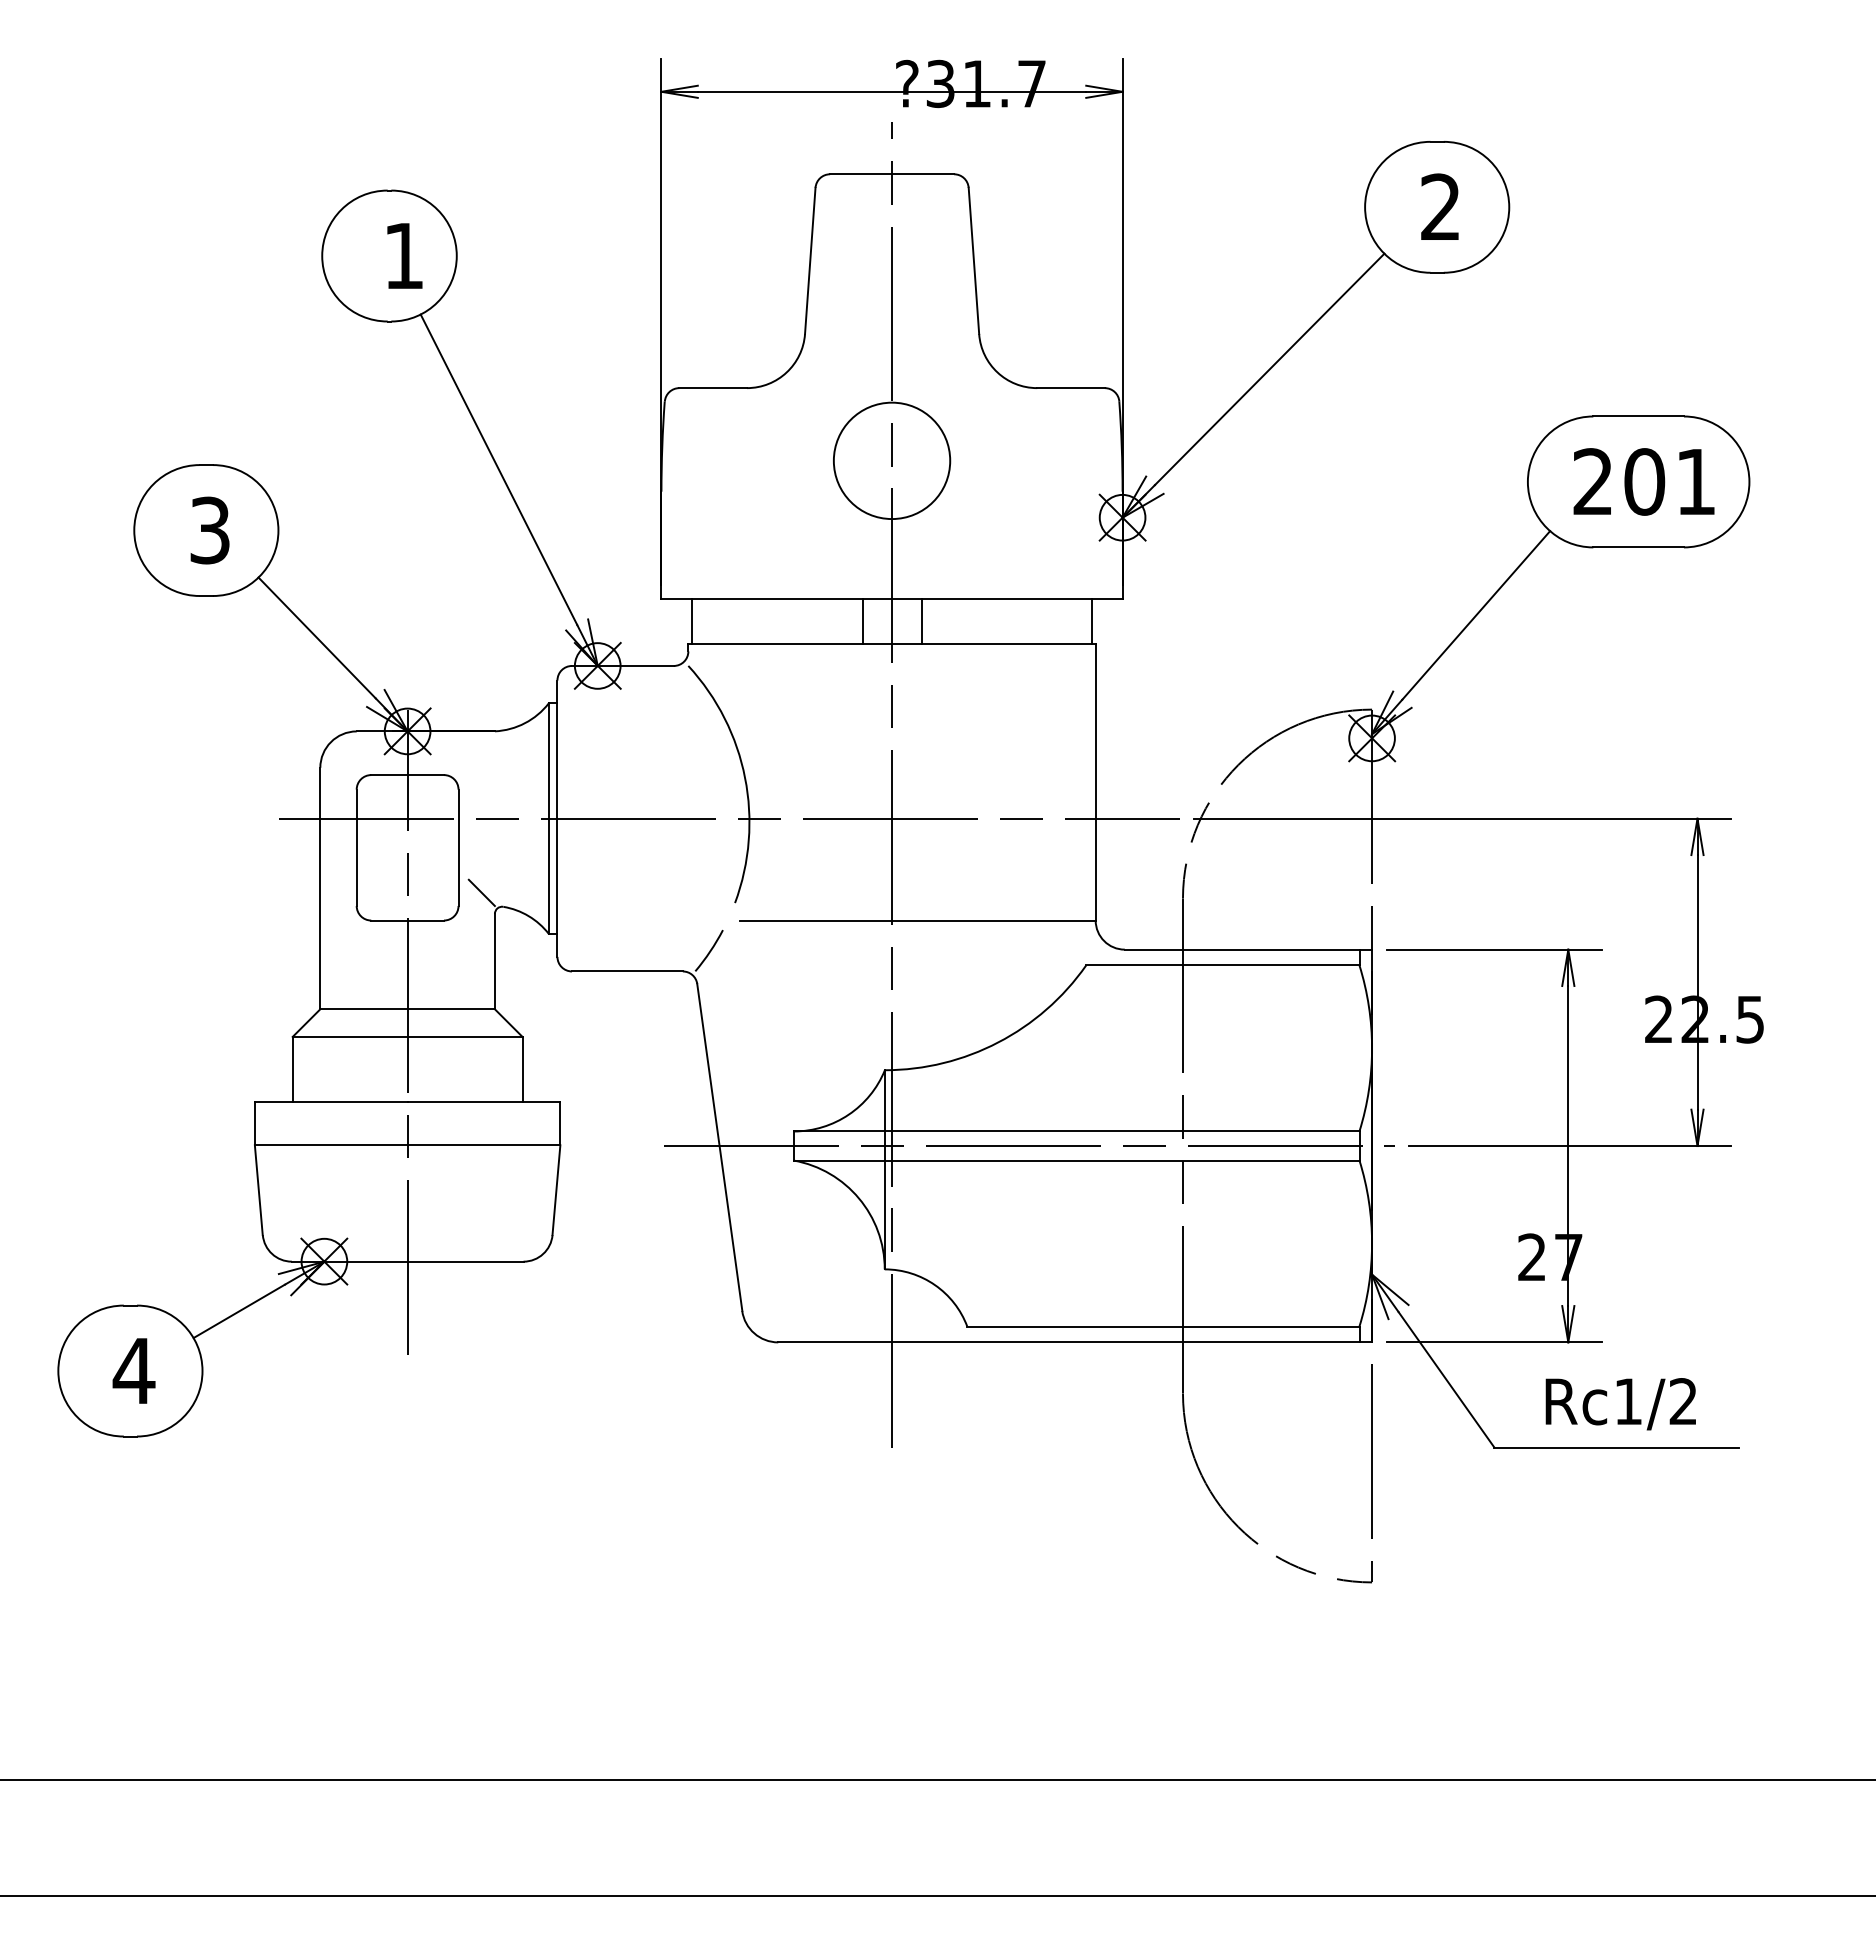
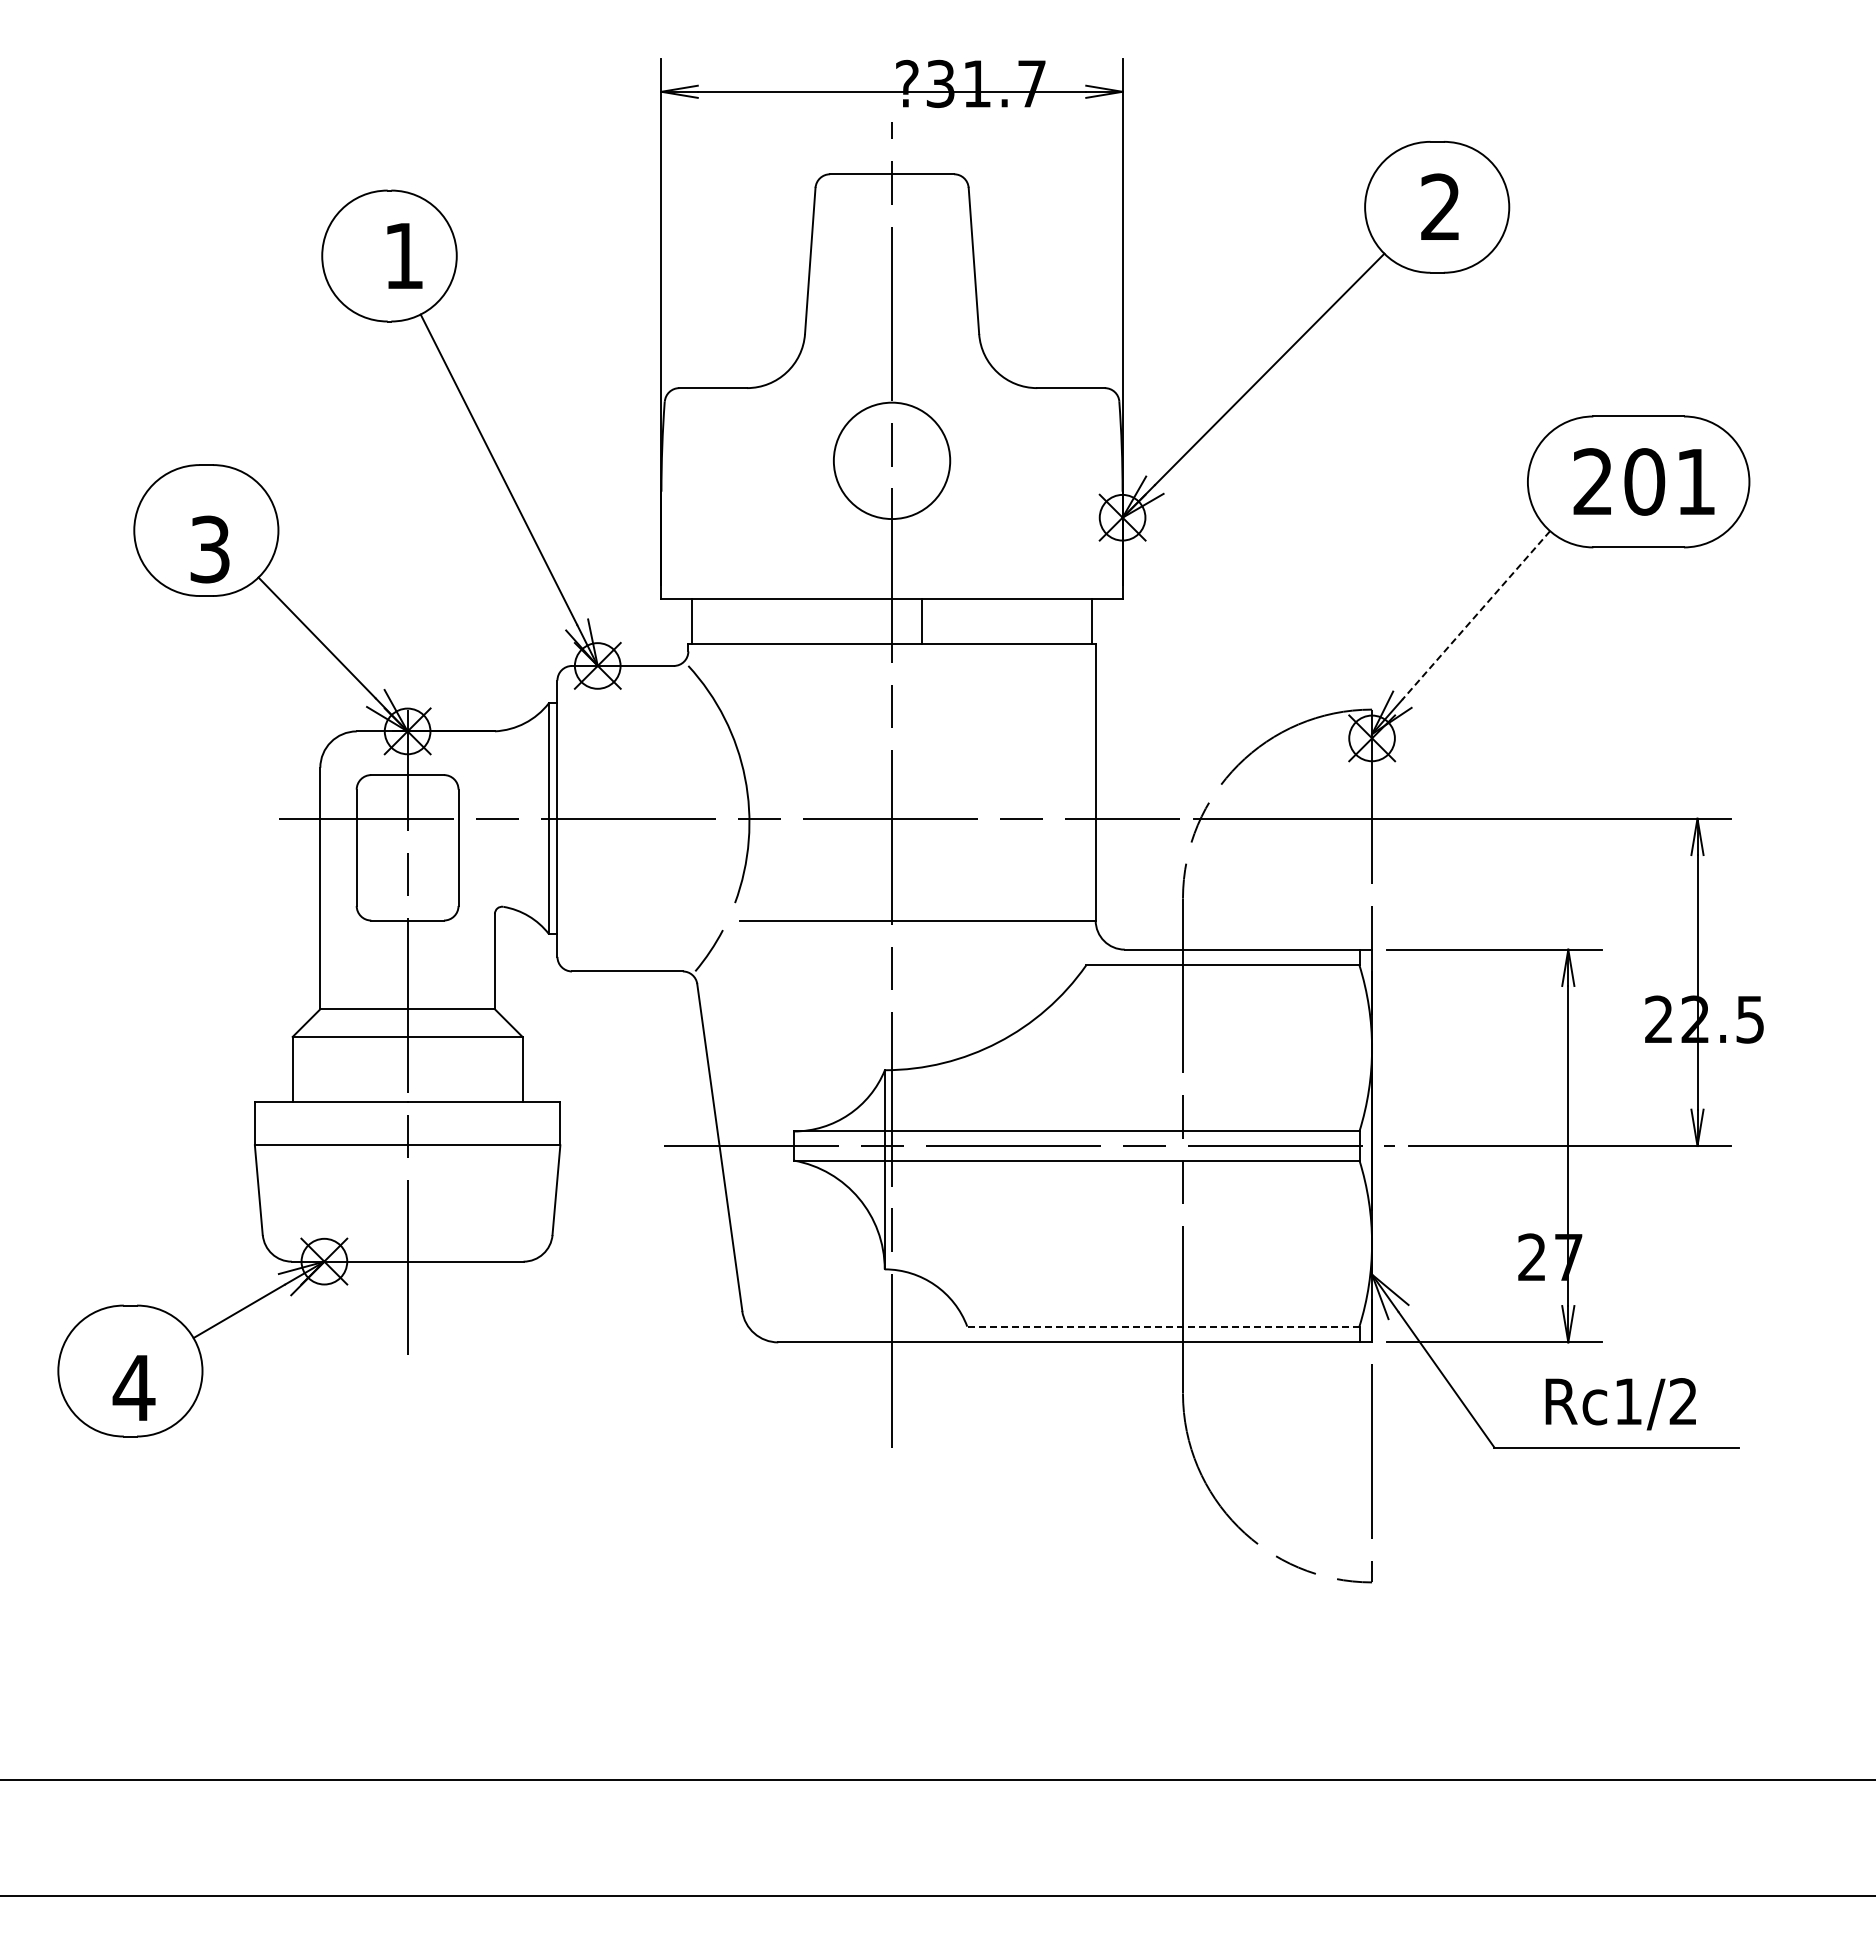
text at (209, 530) position: (209, 530) -> (209, 549)
line at (1475, 615): solid -> dashed
line at (862, 621): present -> none
line at (481, 892): present -> none
line at (1162, 1326): solid -> dashed
text at (133, 1370) position: (133, 1370) -> (133, 1387)
